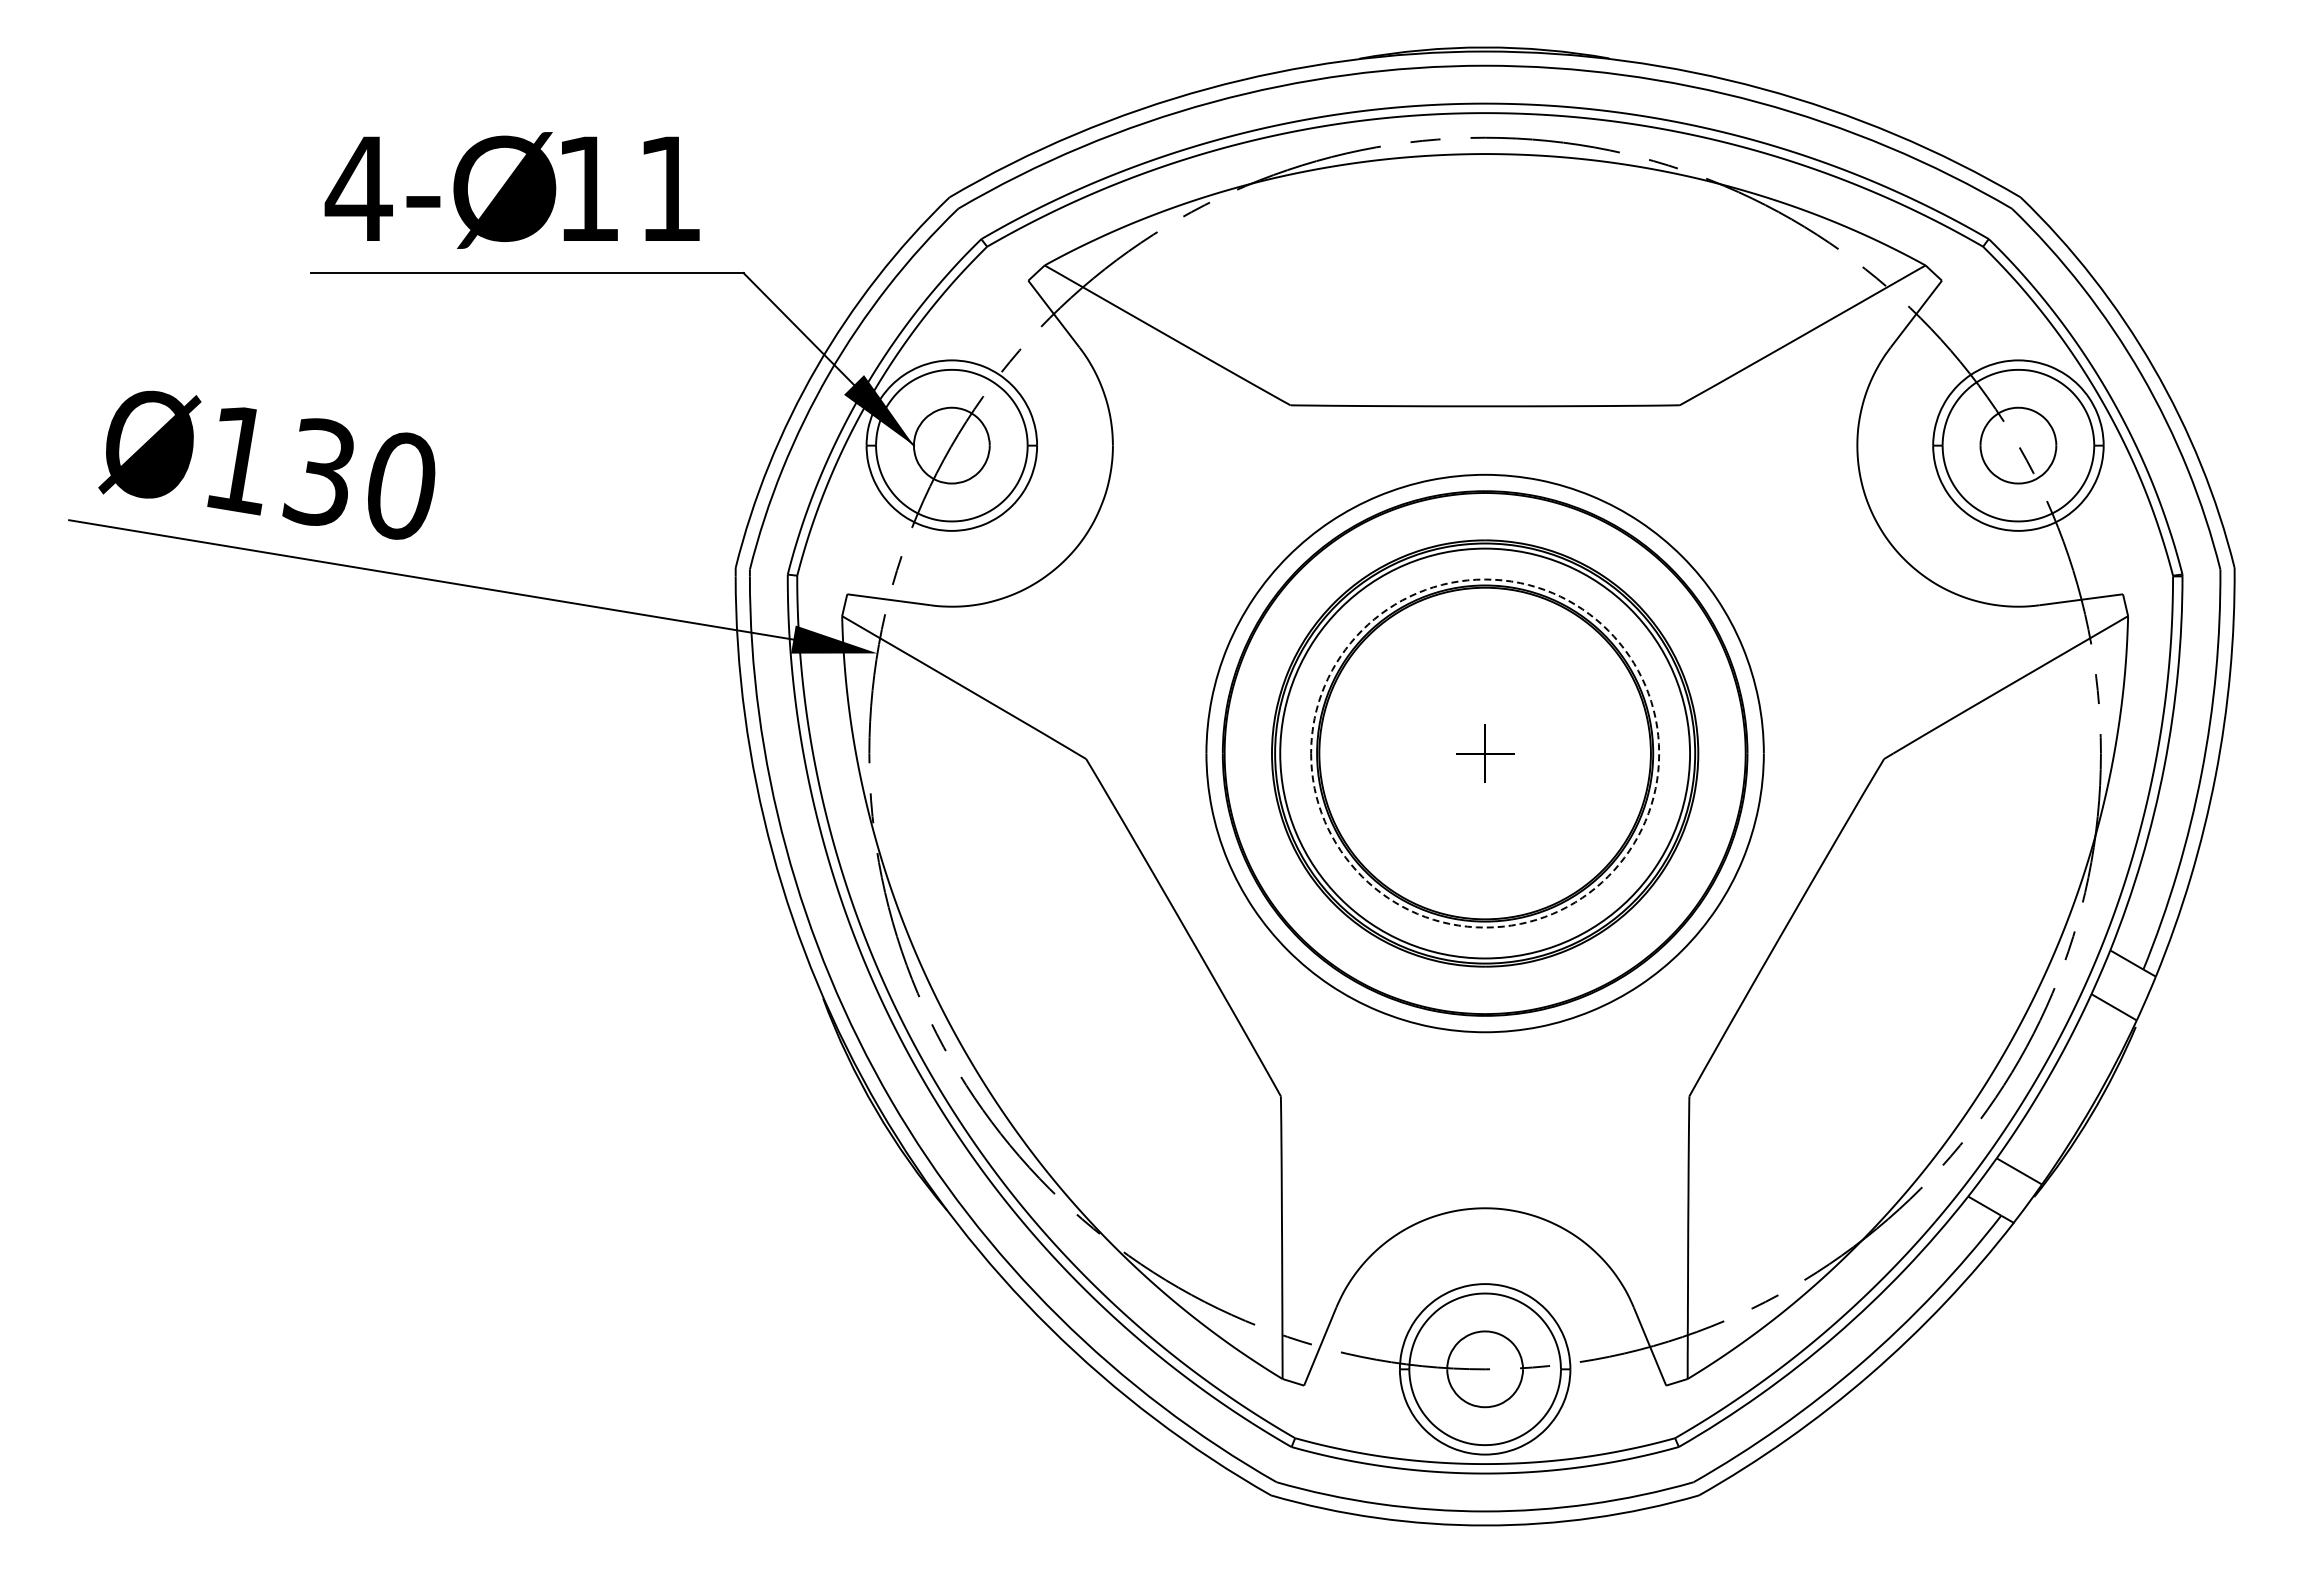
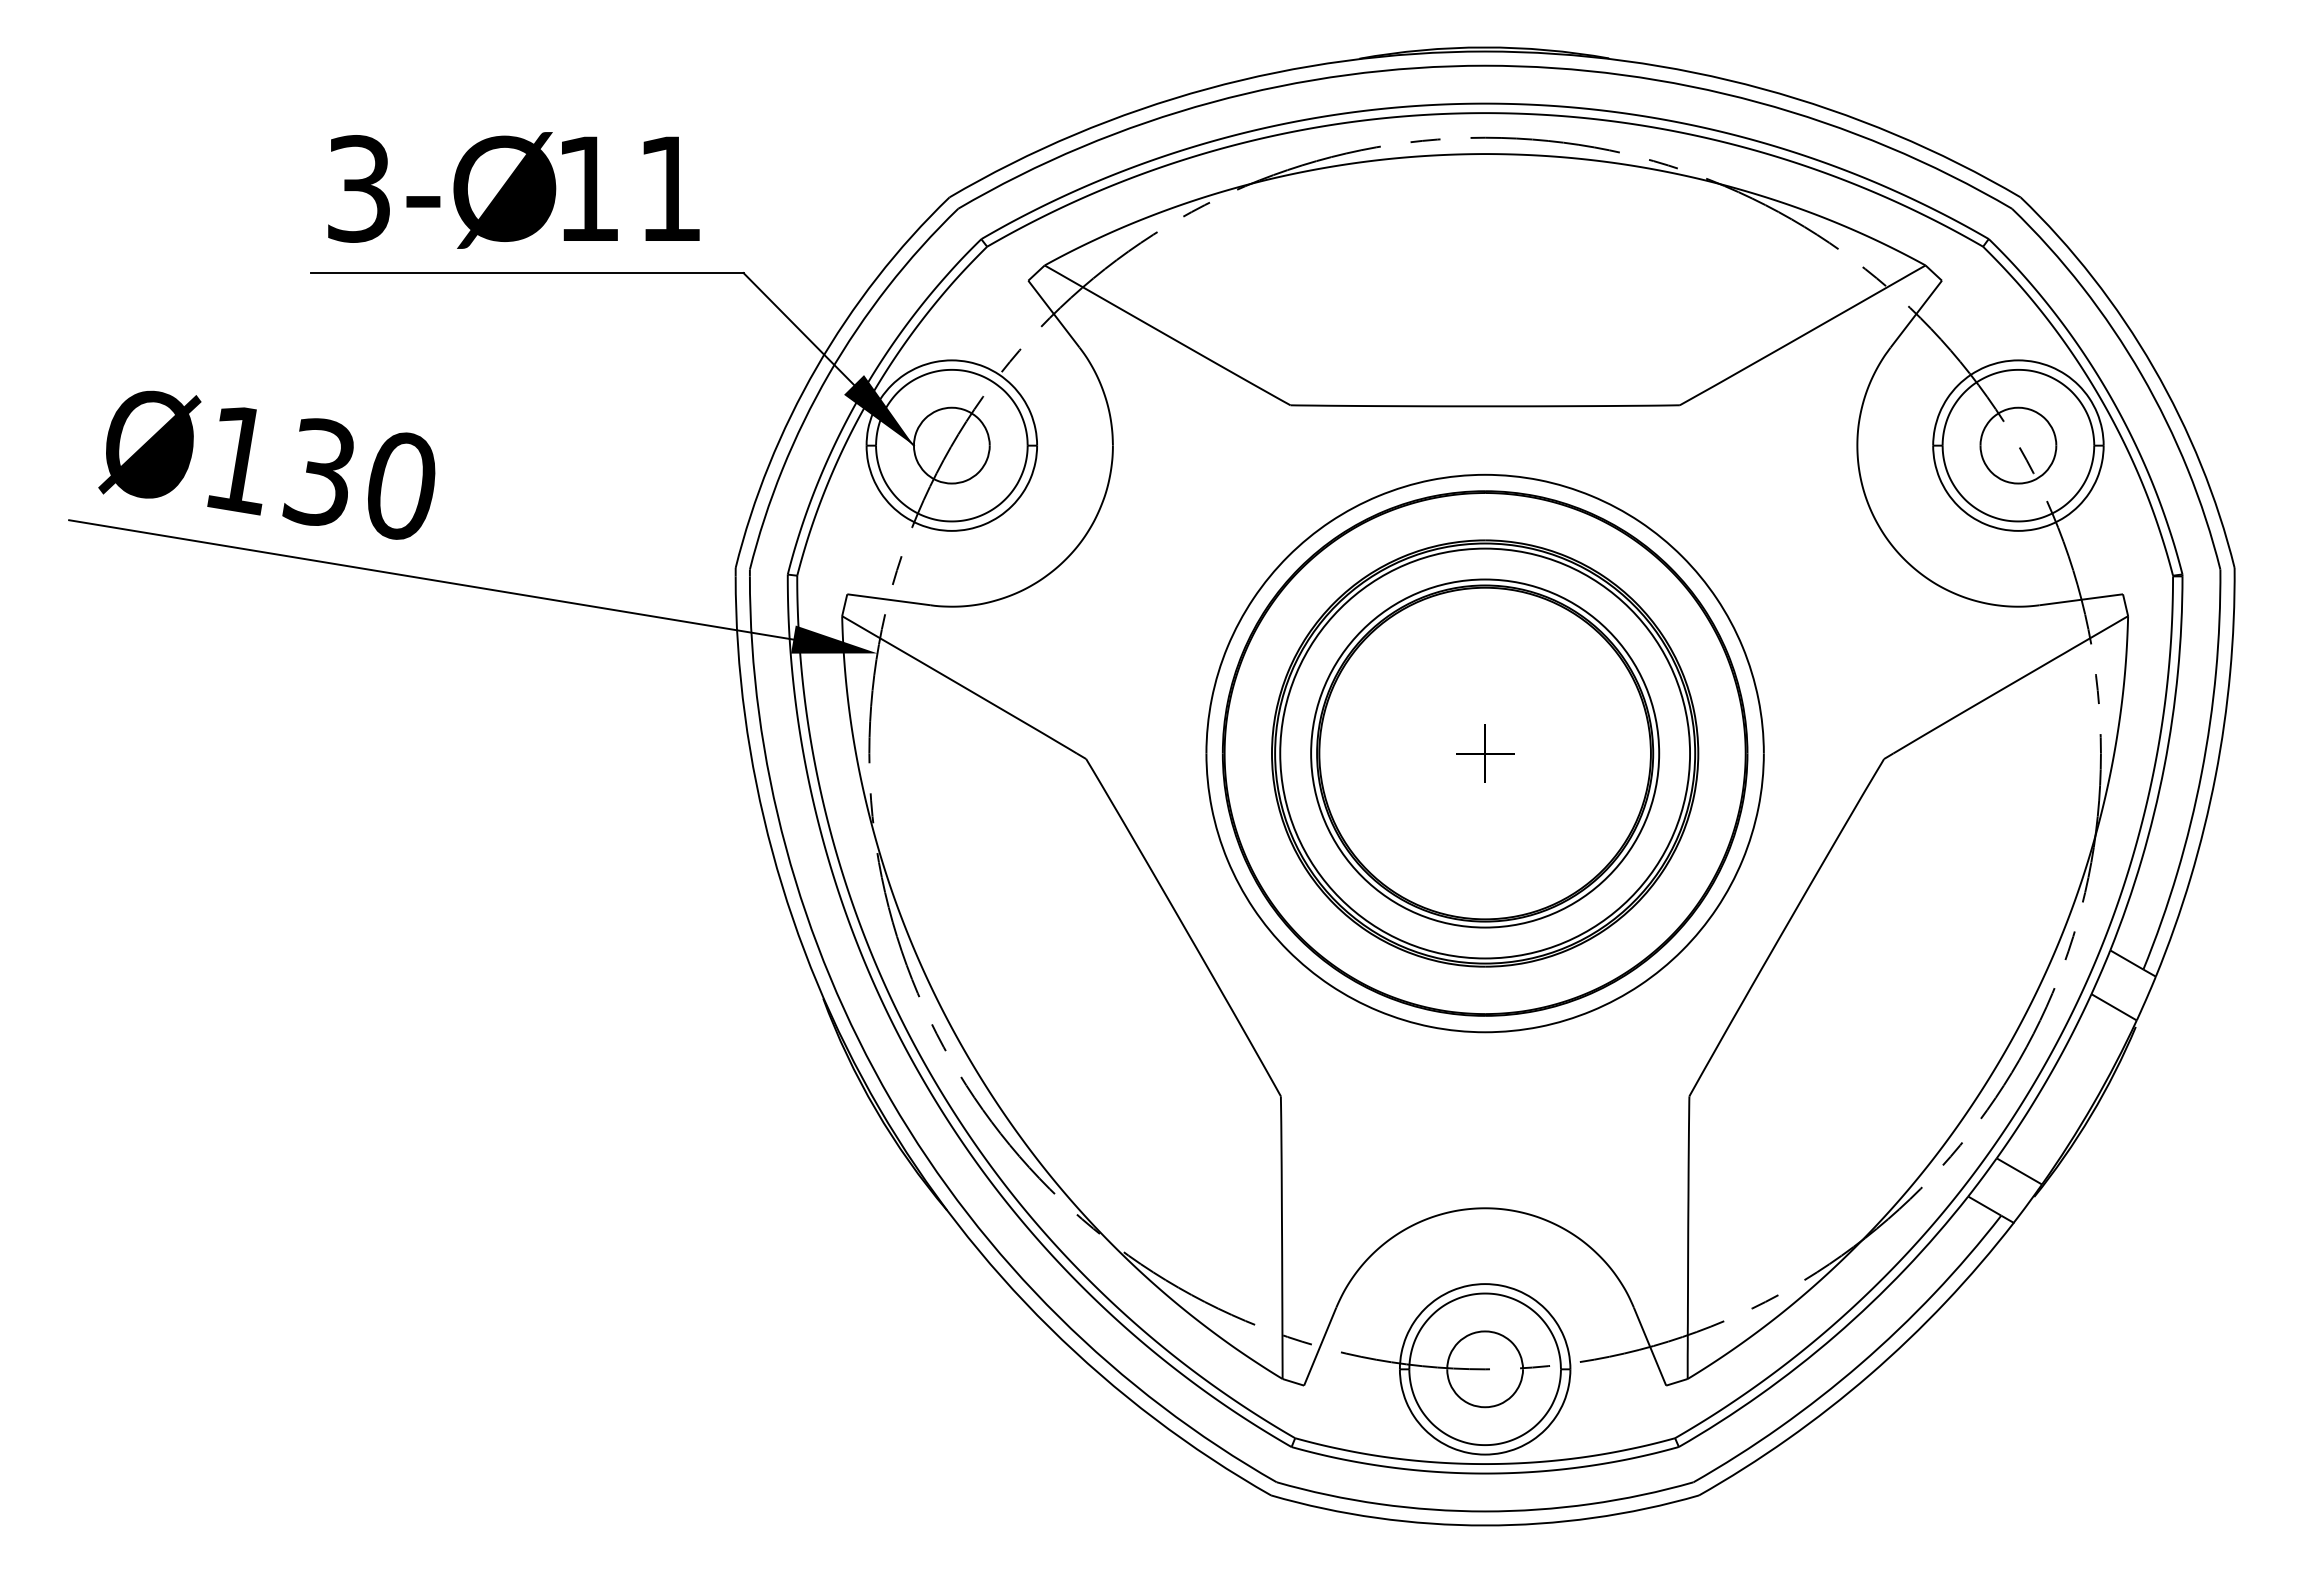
text at (358, 188): 4- -> 3-
circle at (1485, 753): dashed -> solid
